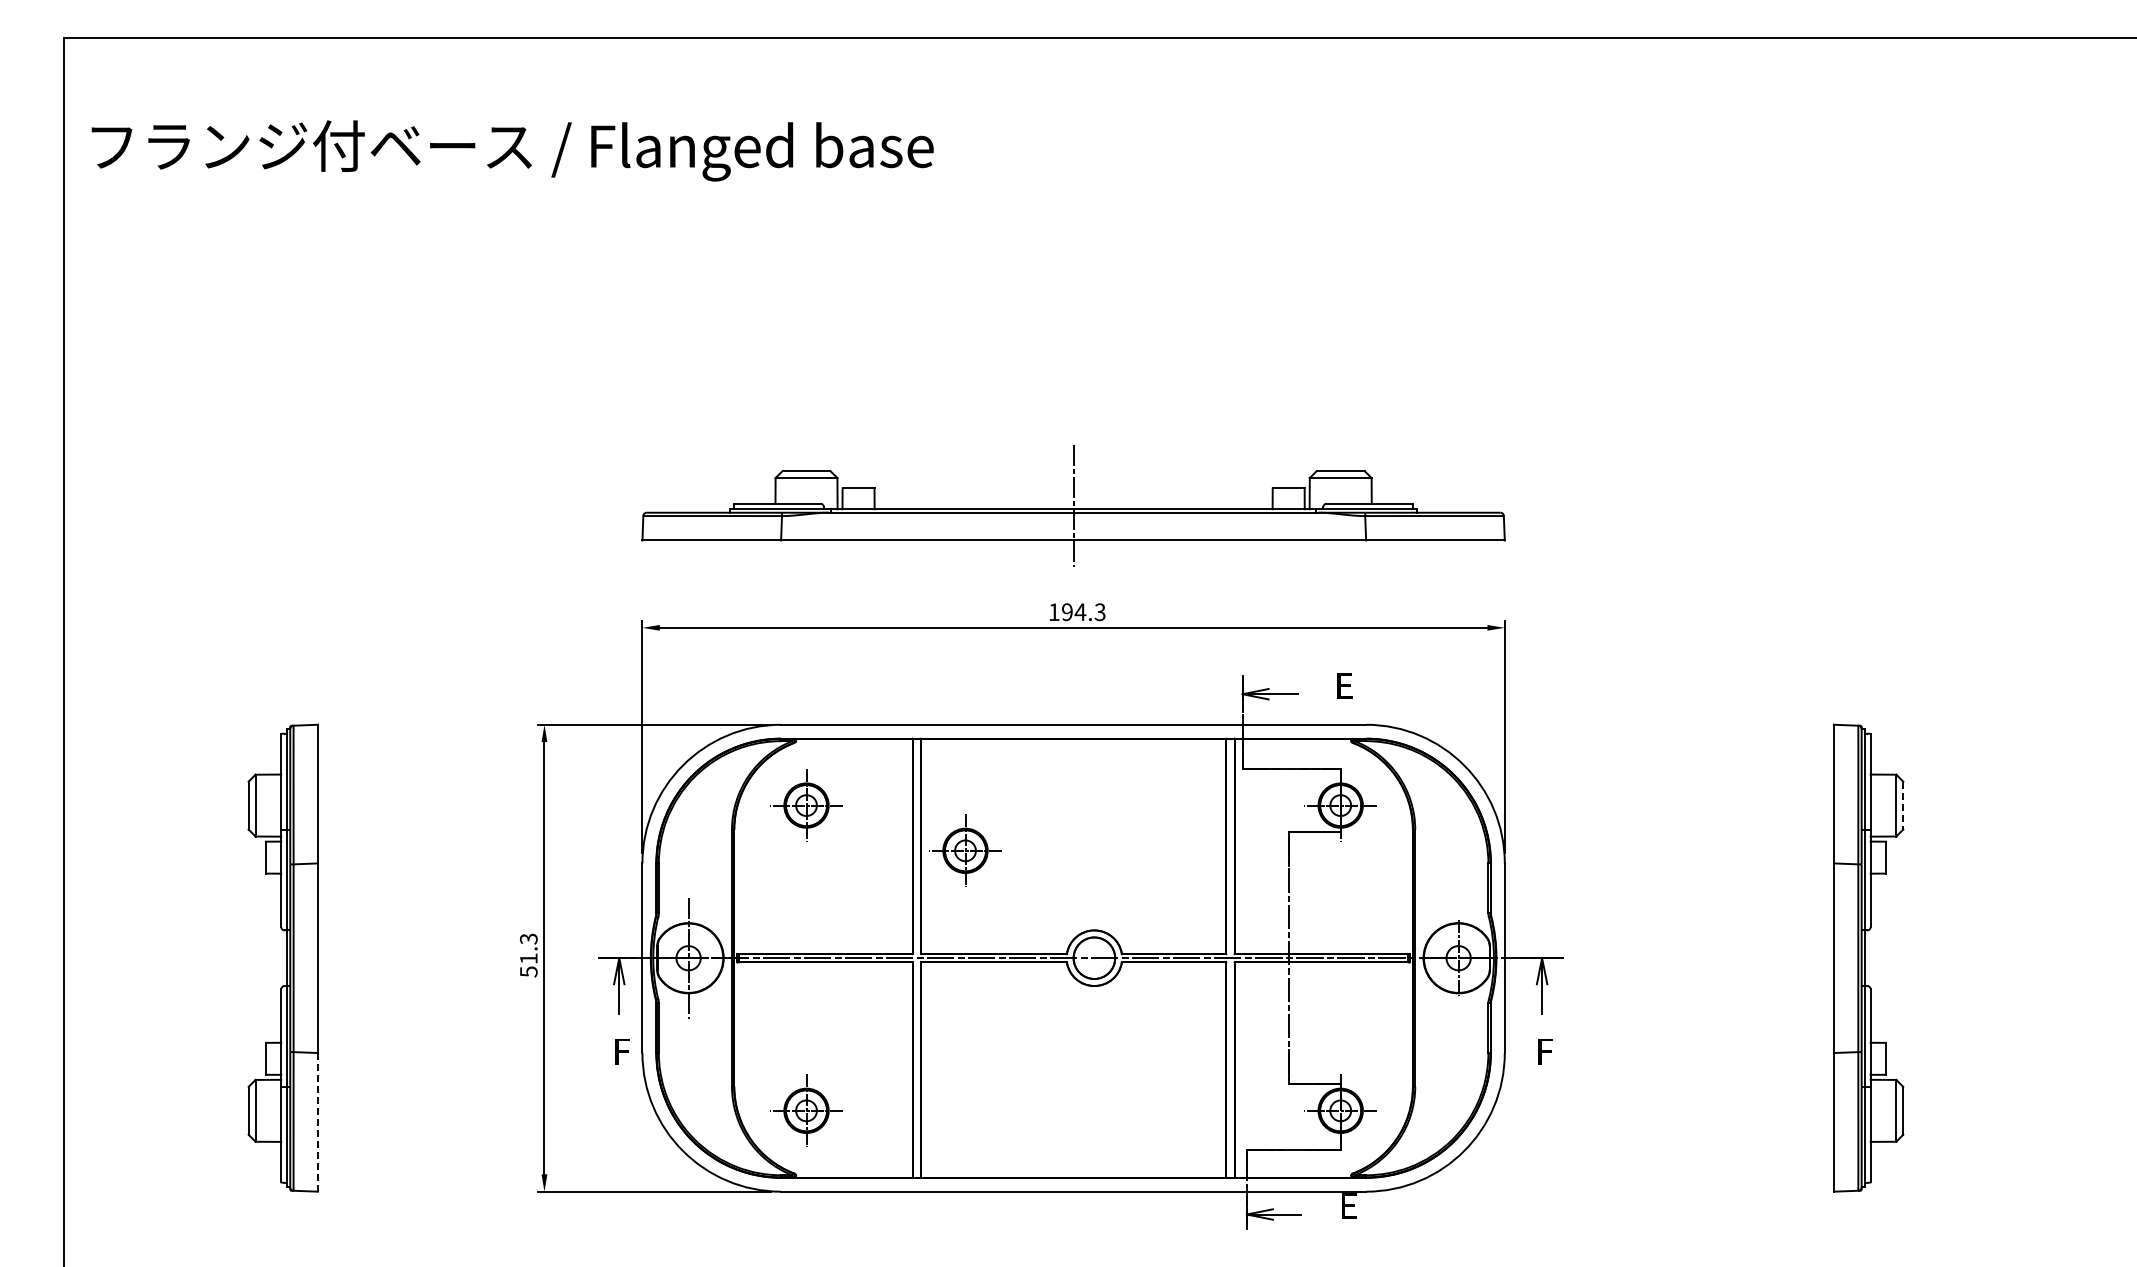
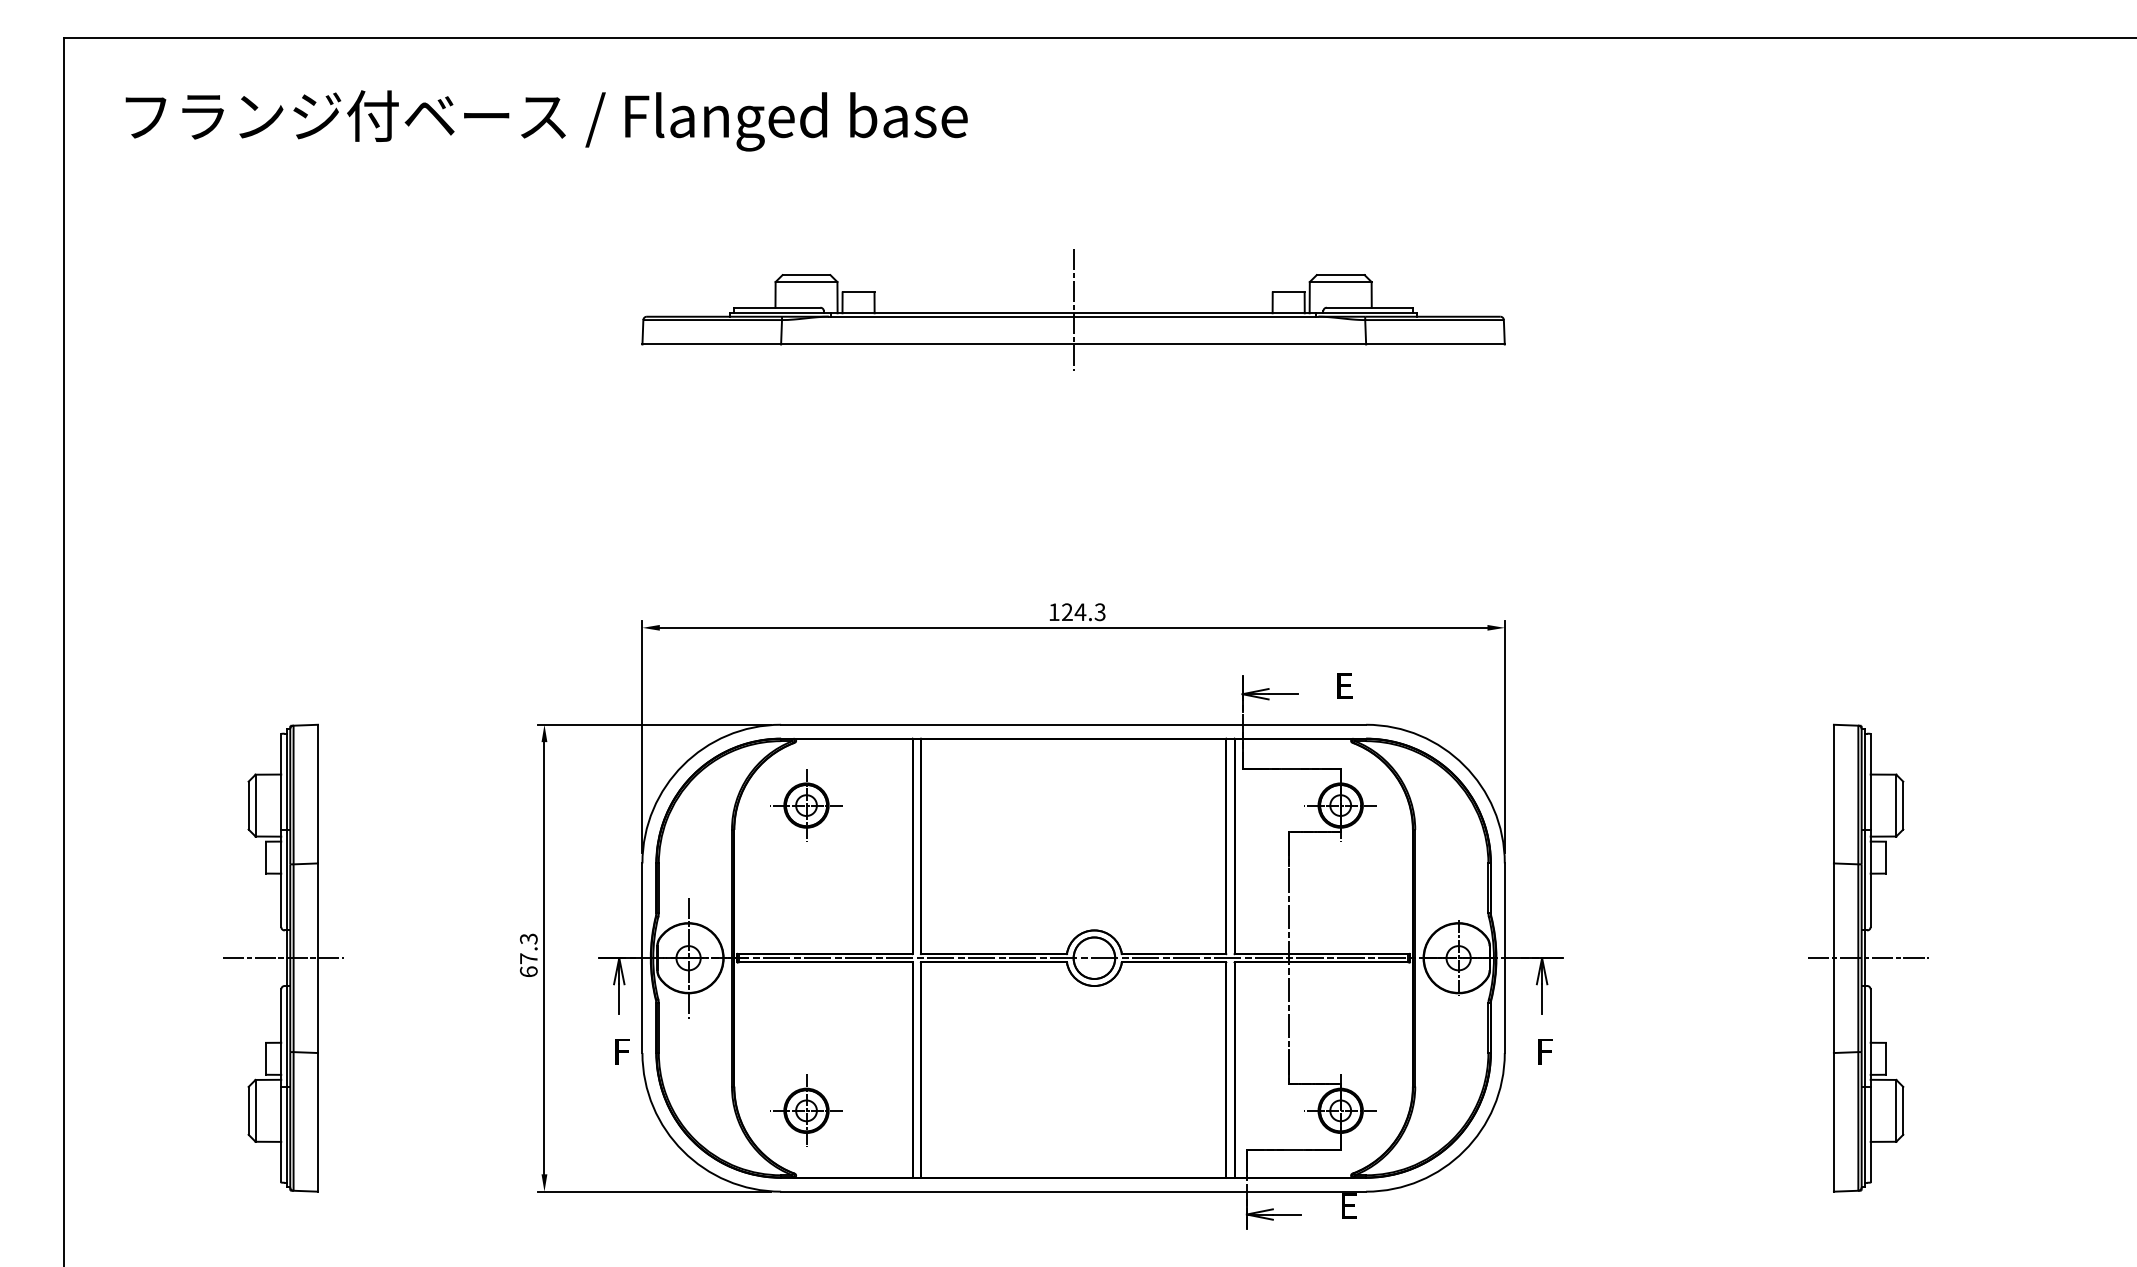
text at (512, 150) position: (512, 150) -> (546, 120)
part at (1073, 505) position: (1073, 505) -> (1073, 309)
text at (1067, 612): 194.3 -> 124.3
line at (1903, 805): dashed -> solid
part at (965, 850): present -> none
line at (283, 958): none -> present
line at (1868, 958): none -> present
text at (528, 965): 51.3 -> 67.3
line at (318, 1122): dashed -> solid
